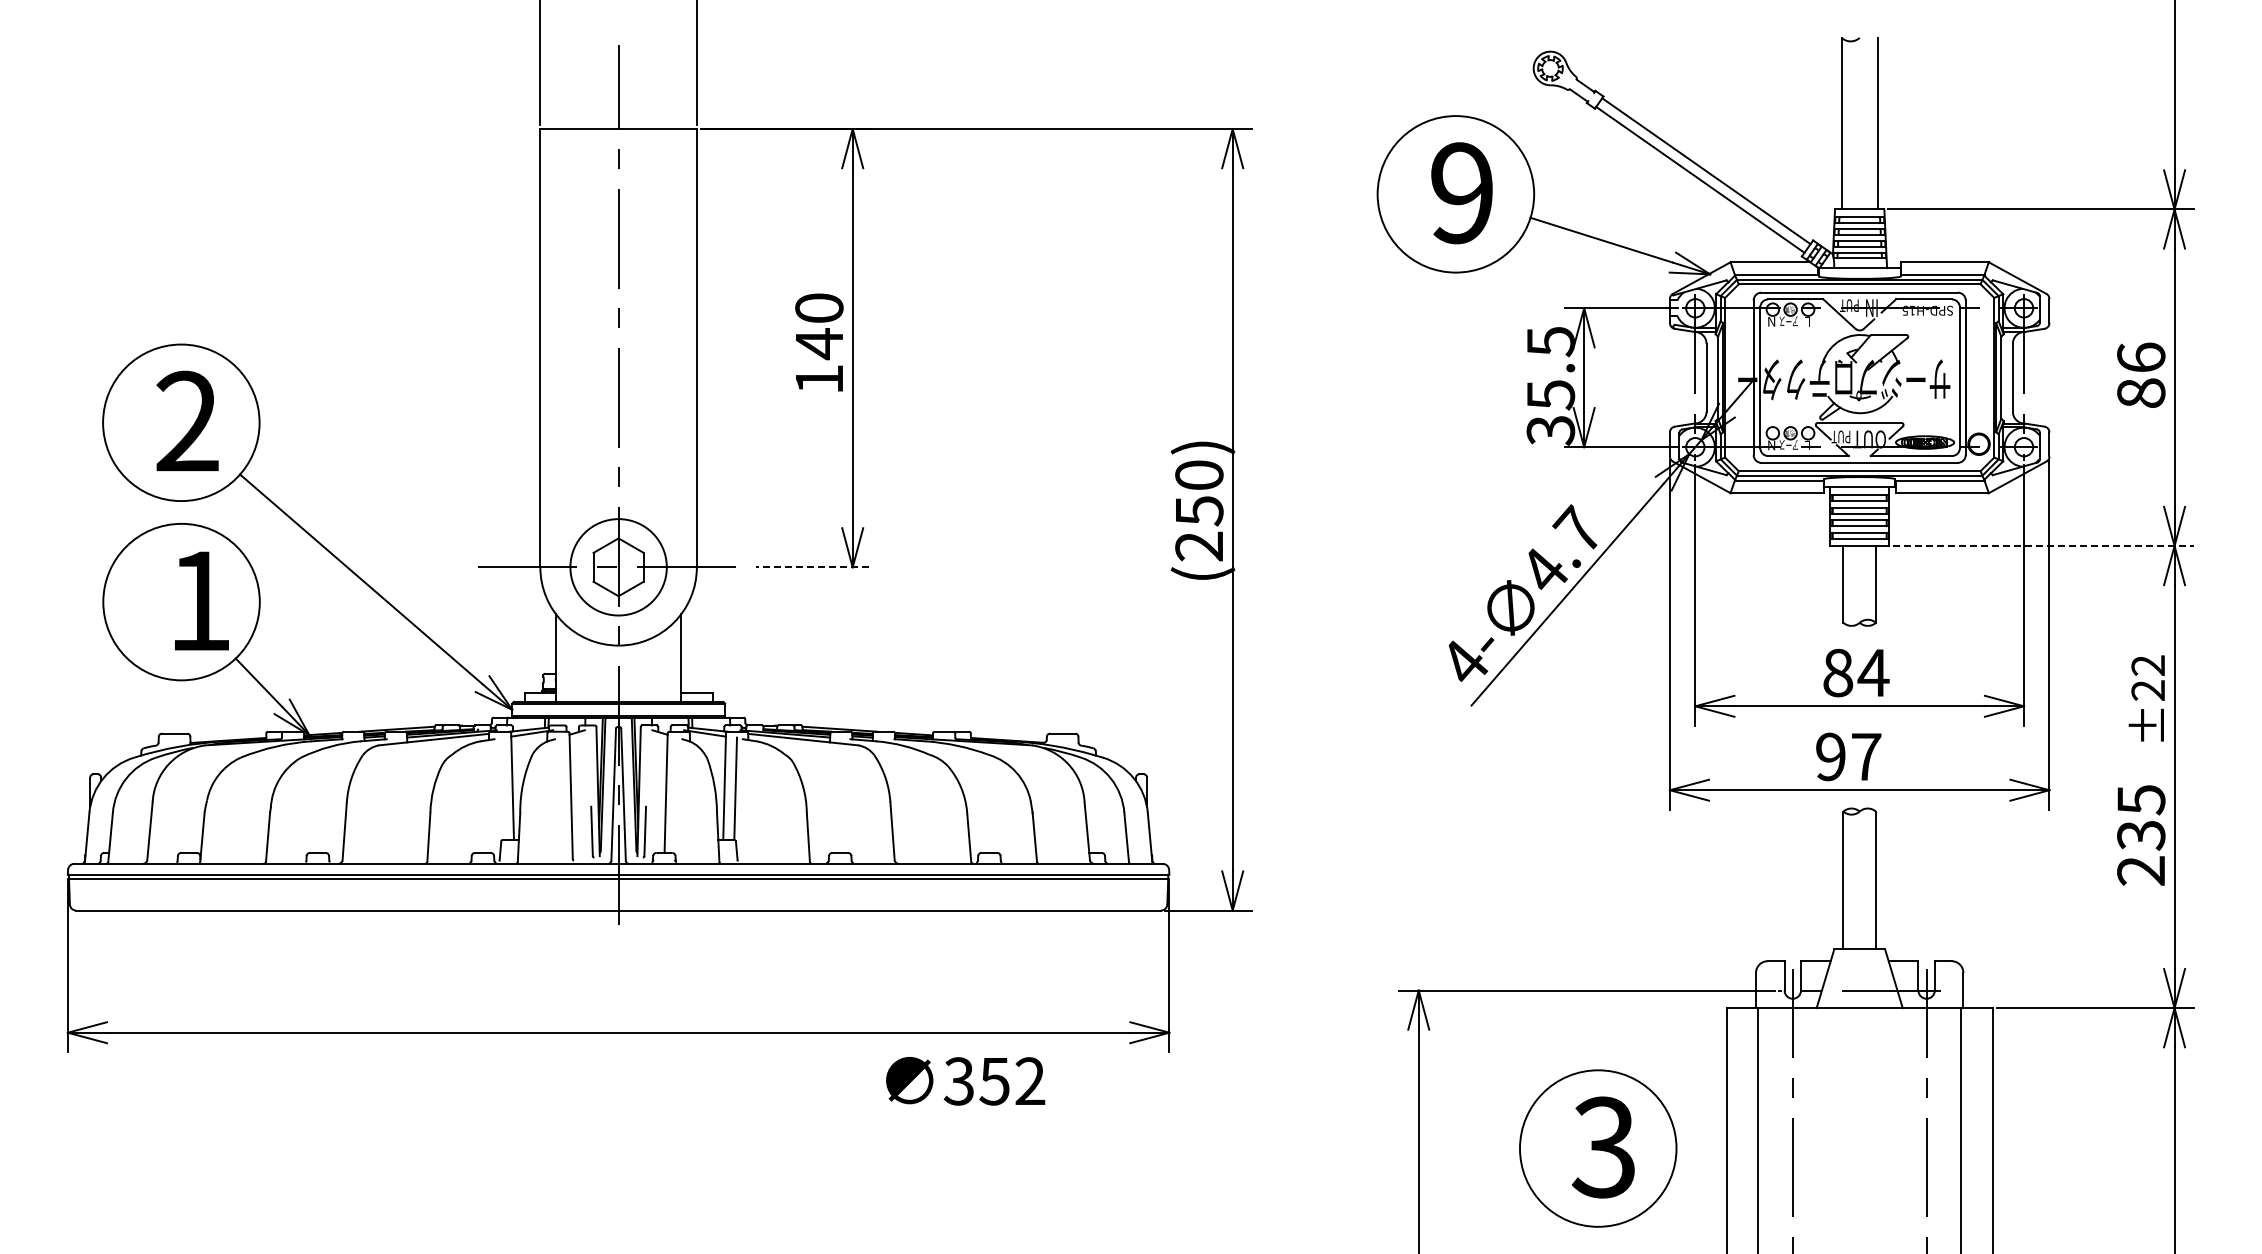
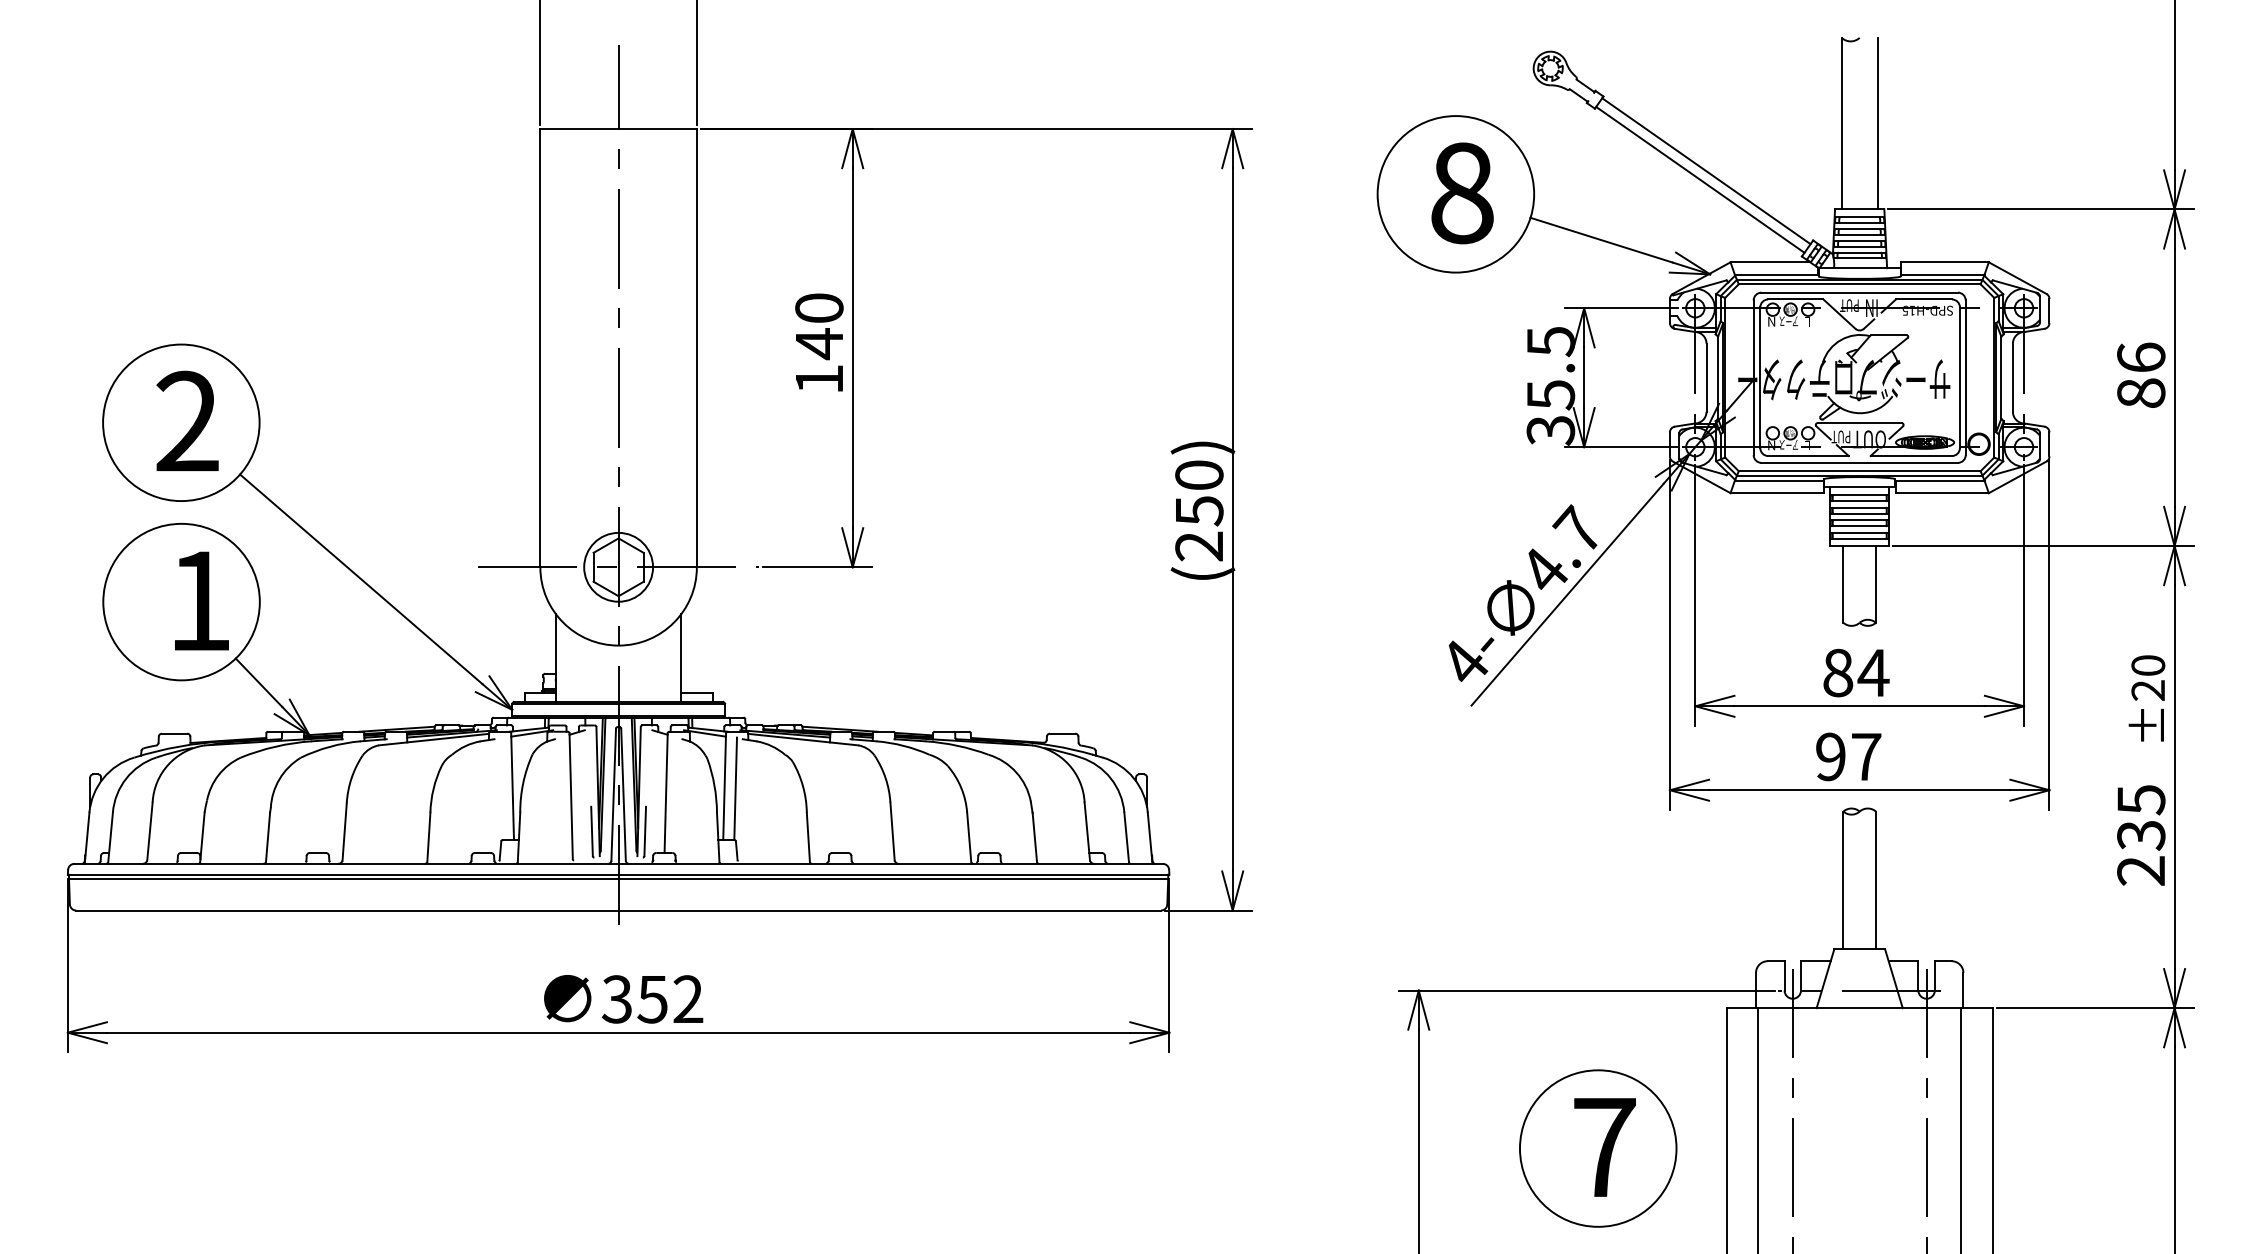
text at (1462, 193): 9 -> 8
line at (2043, 546): dashed -> solid
circle at (618, 567) diameter: 96 px -> 69 px
line at (818, 567): dashed -> solid
text at (2148, 665): ±22 -> ±20
text at (965, 1081) position: (965, 1081) -> (623, 999)
text at (1603, 1147): 3 -> 7
